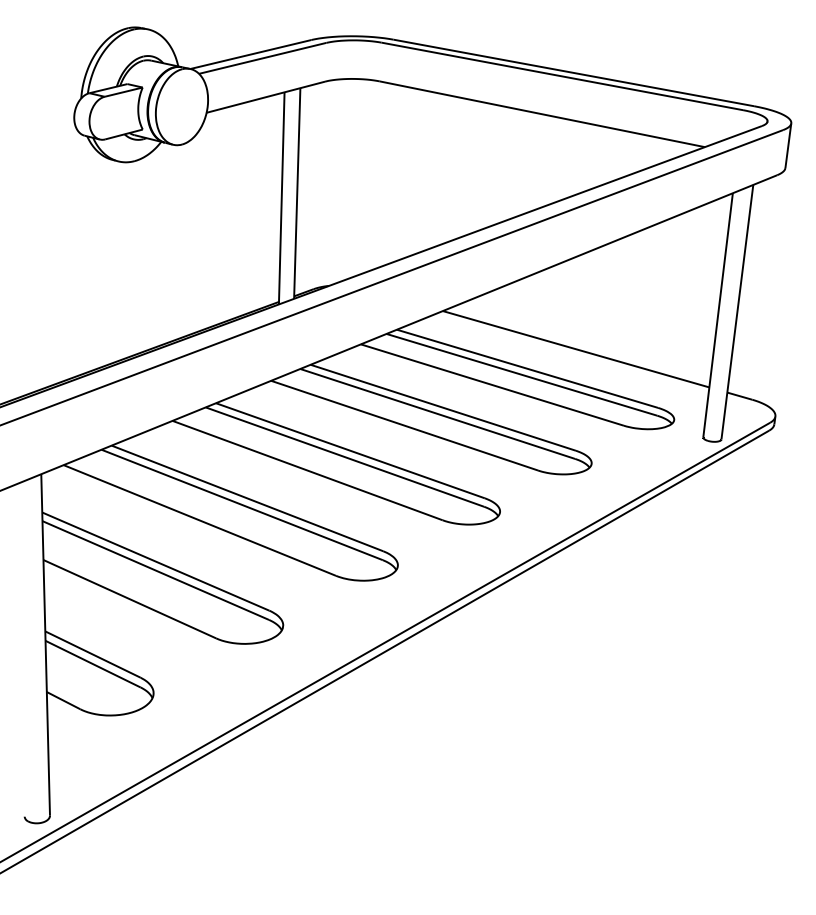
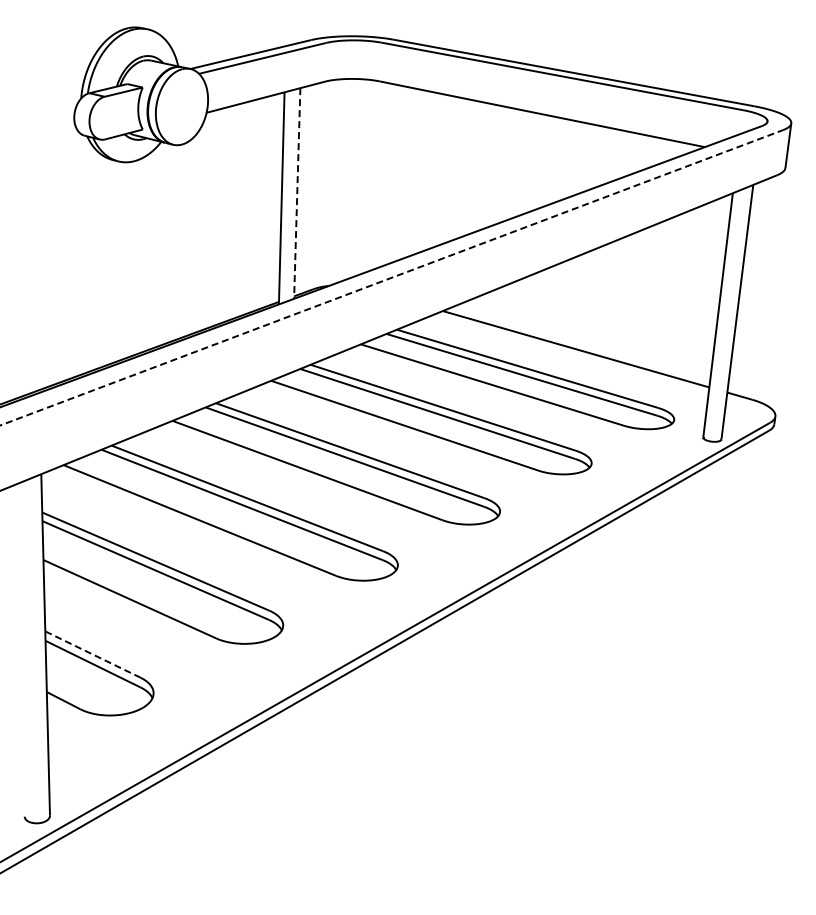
line at (297, 193): solid -> dashed
line at (392, 277): solid -> dashed
line at (92, 654): solid -> dashed
